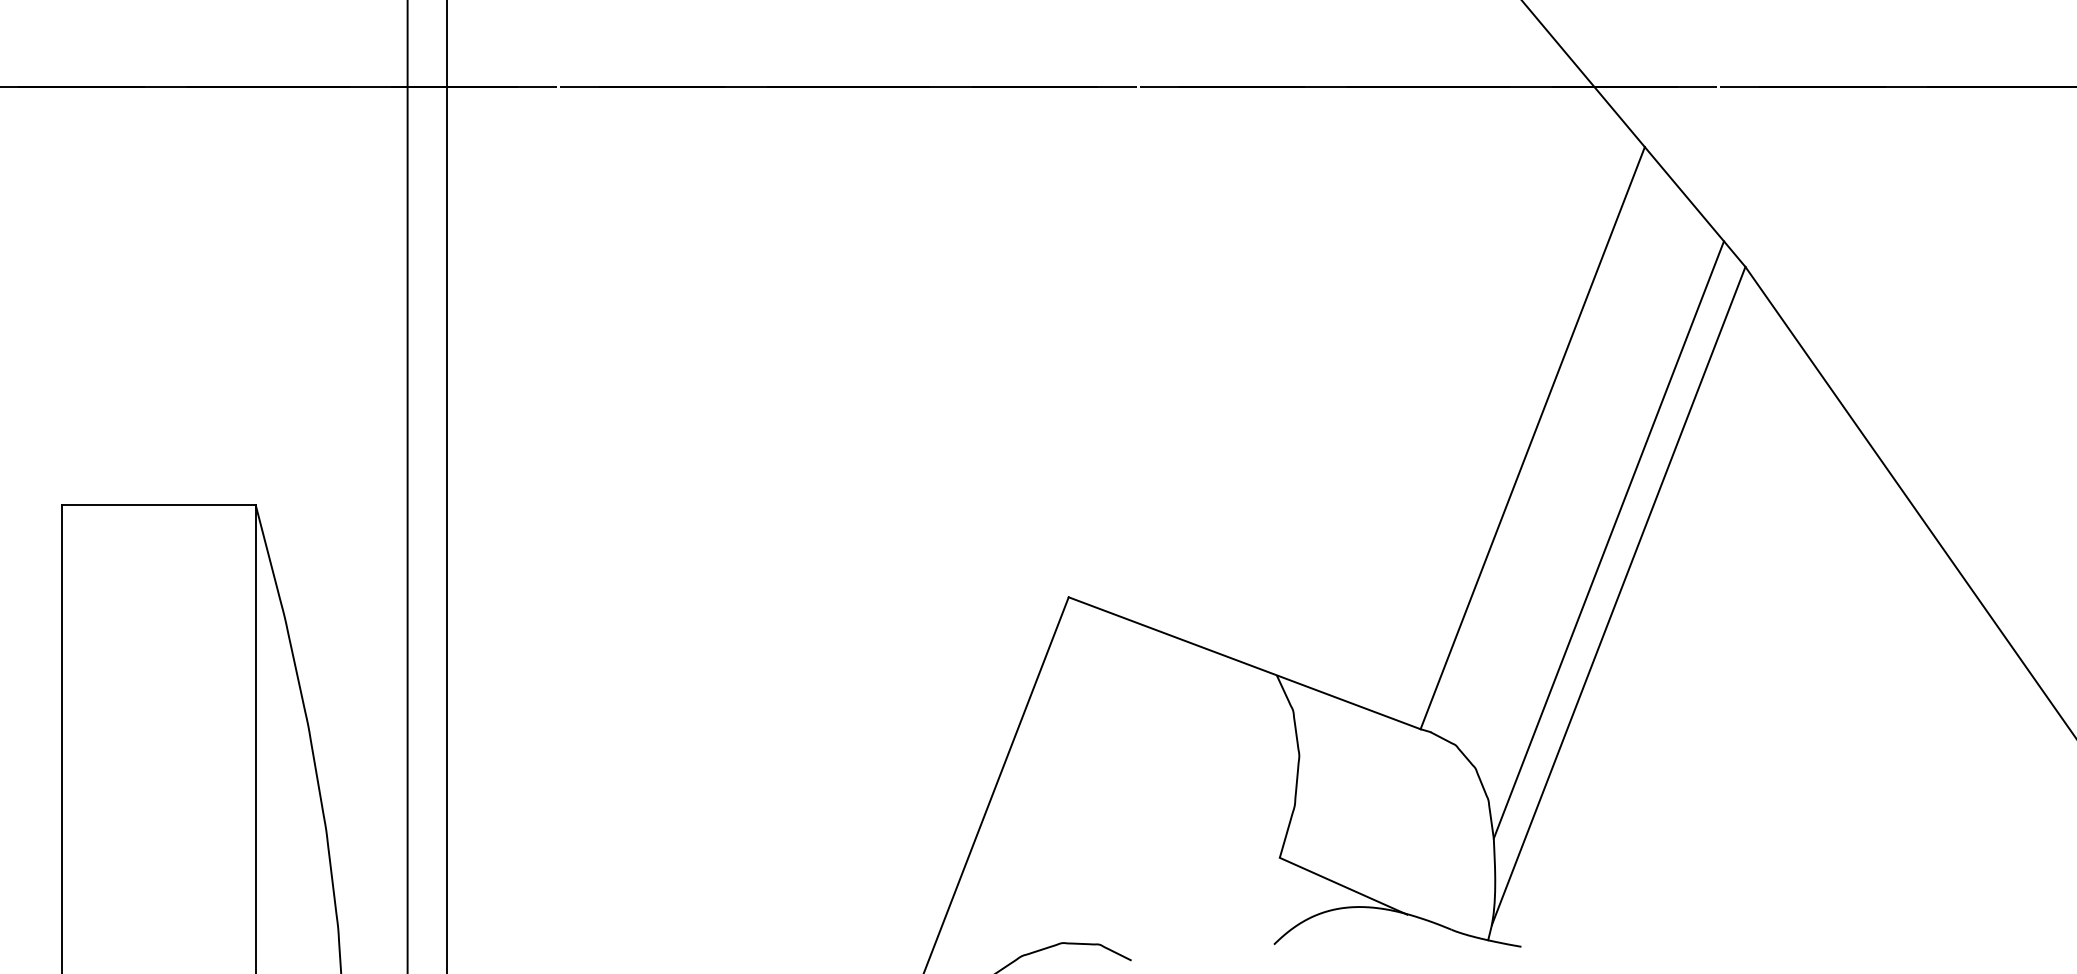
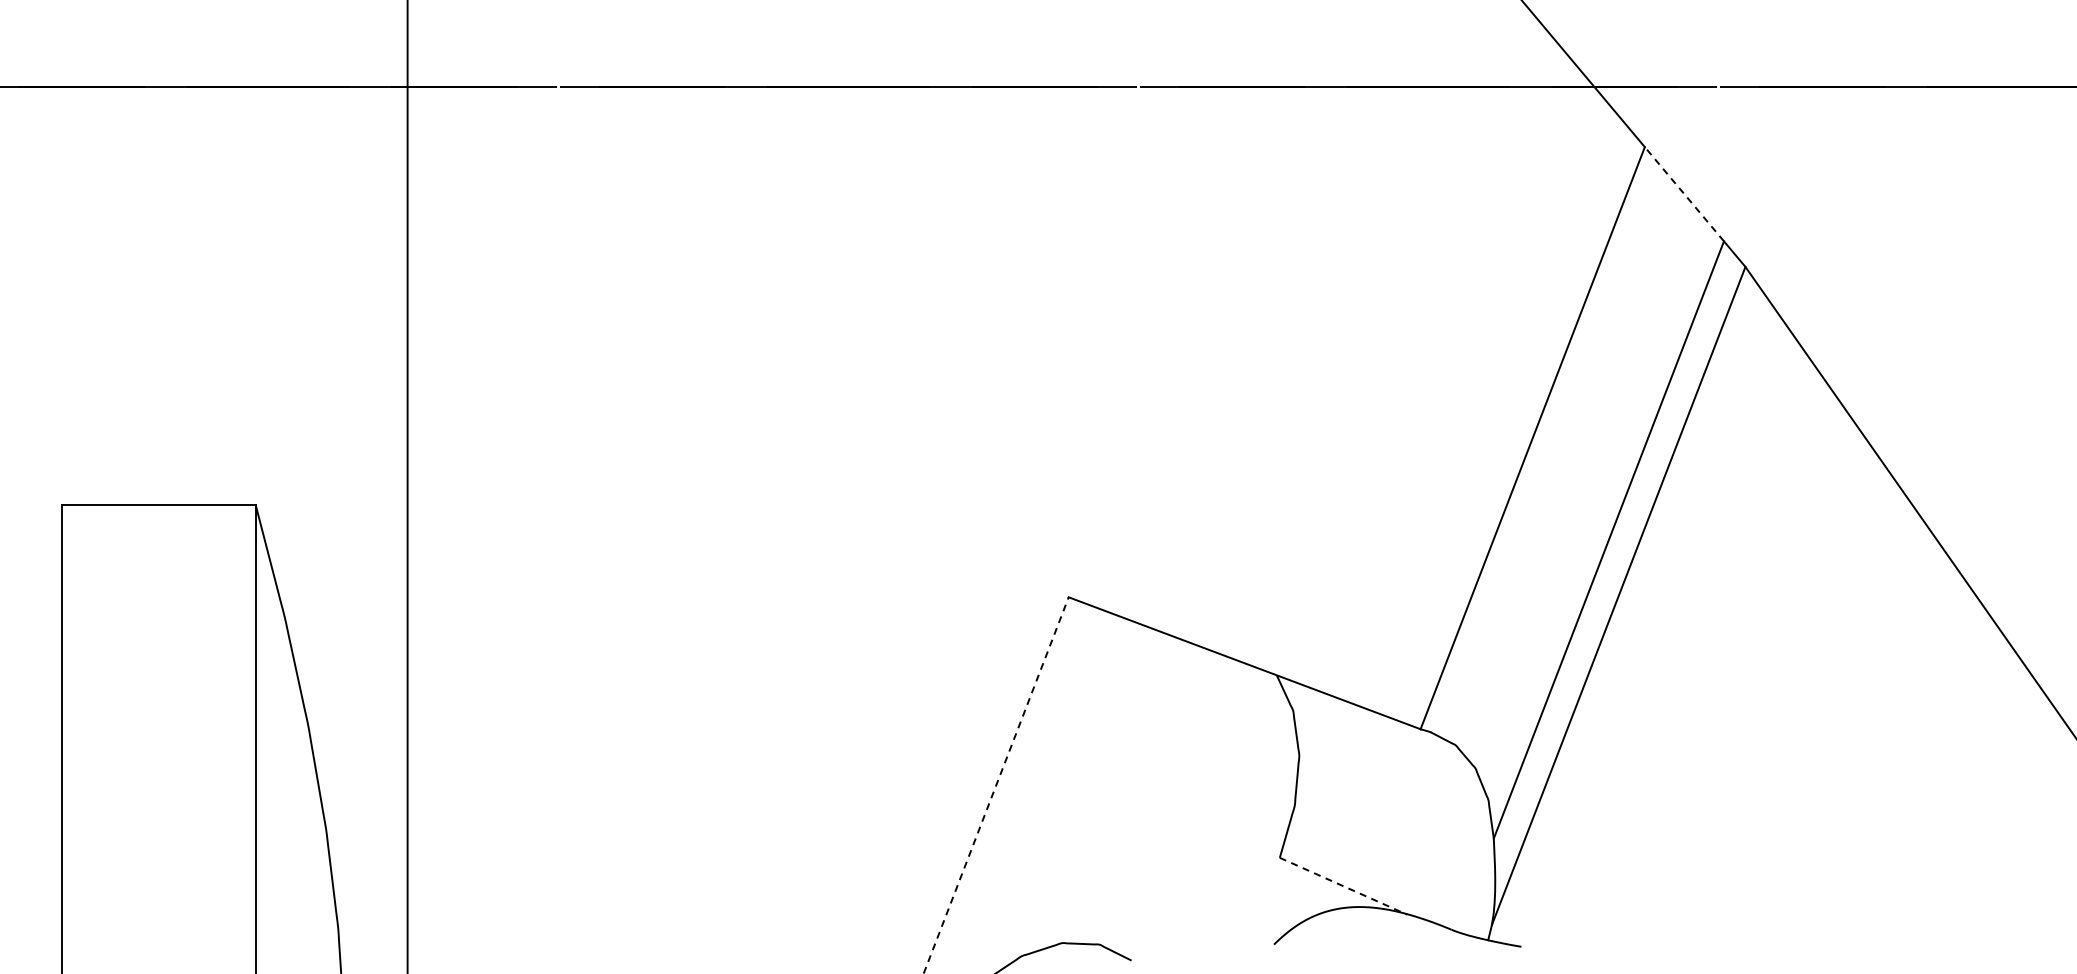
line at (1684, 194): solid -> dashed
line at (447, 486): present -> none
line at (996, 785): solid -> dashed
line at (1343, 886): solid -> dashed
